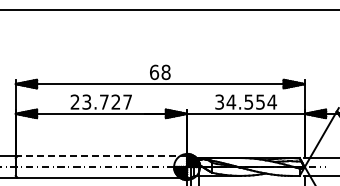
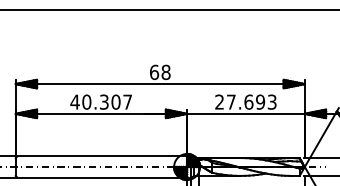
text at (95, 101): 23.727 -> 40.307
text at (246, 101): 34.554 -> 27.693
line at (102, 156): dashed -> solid
